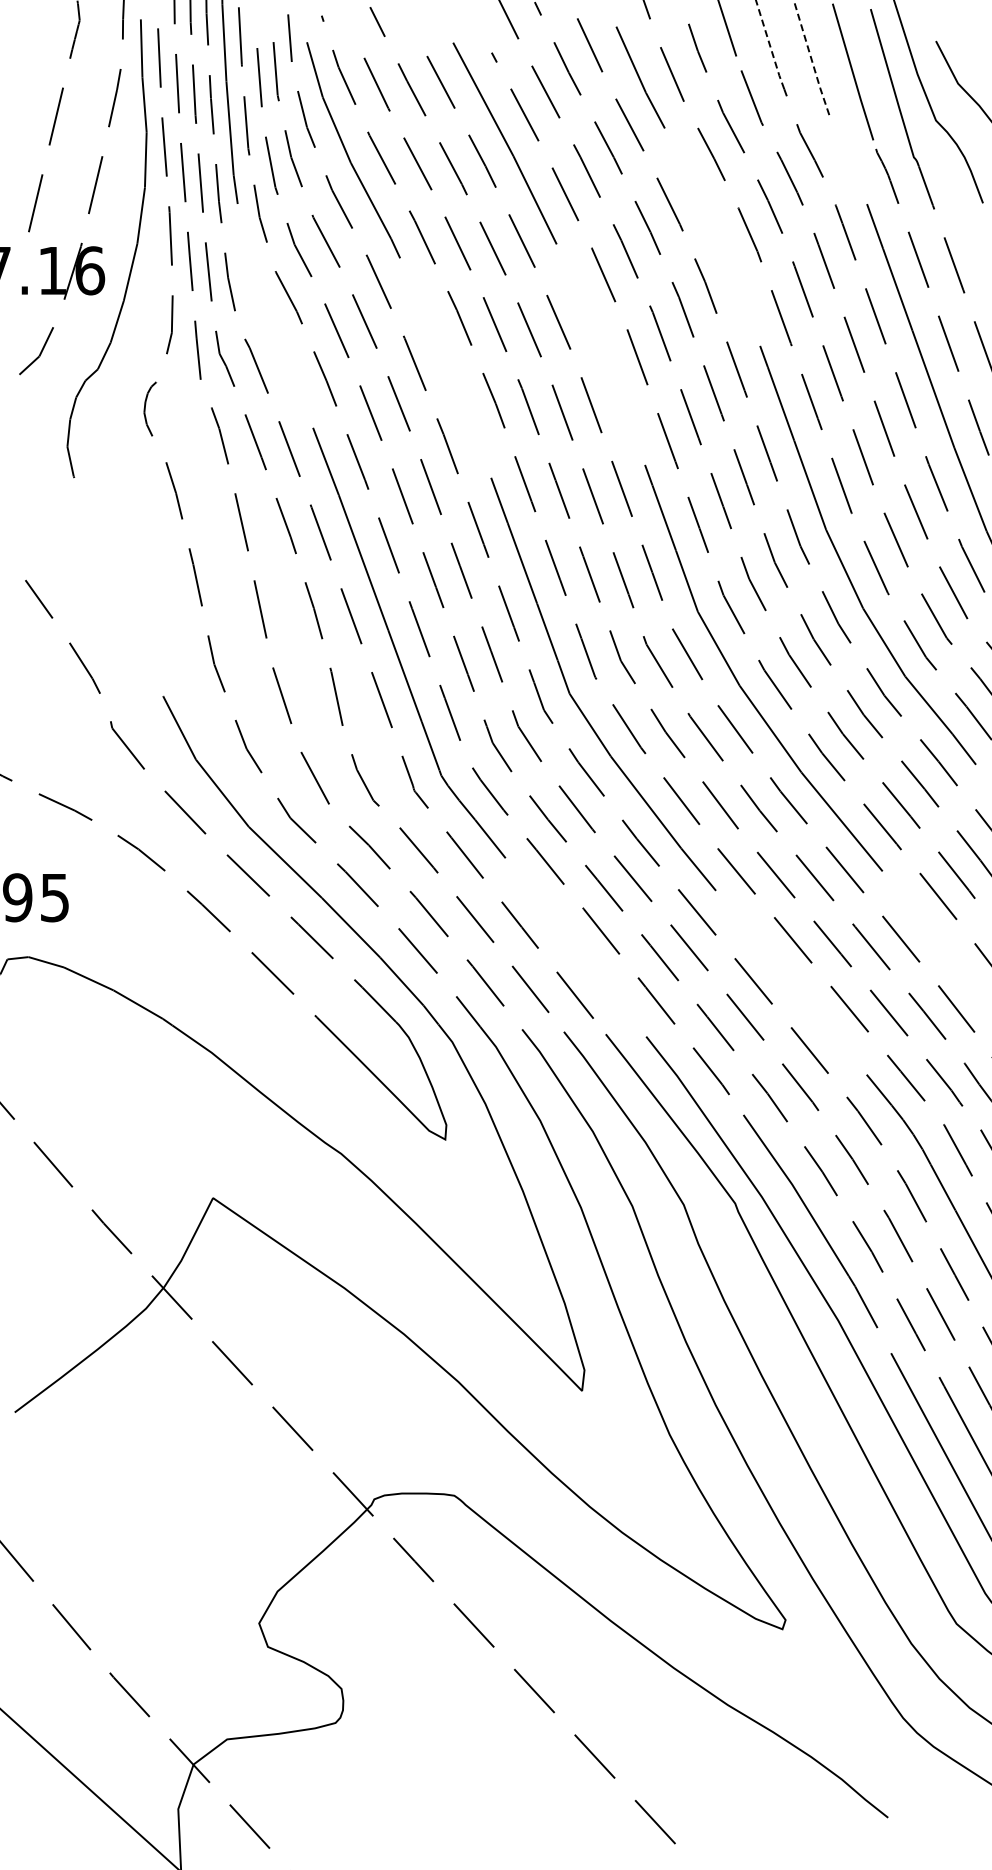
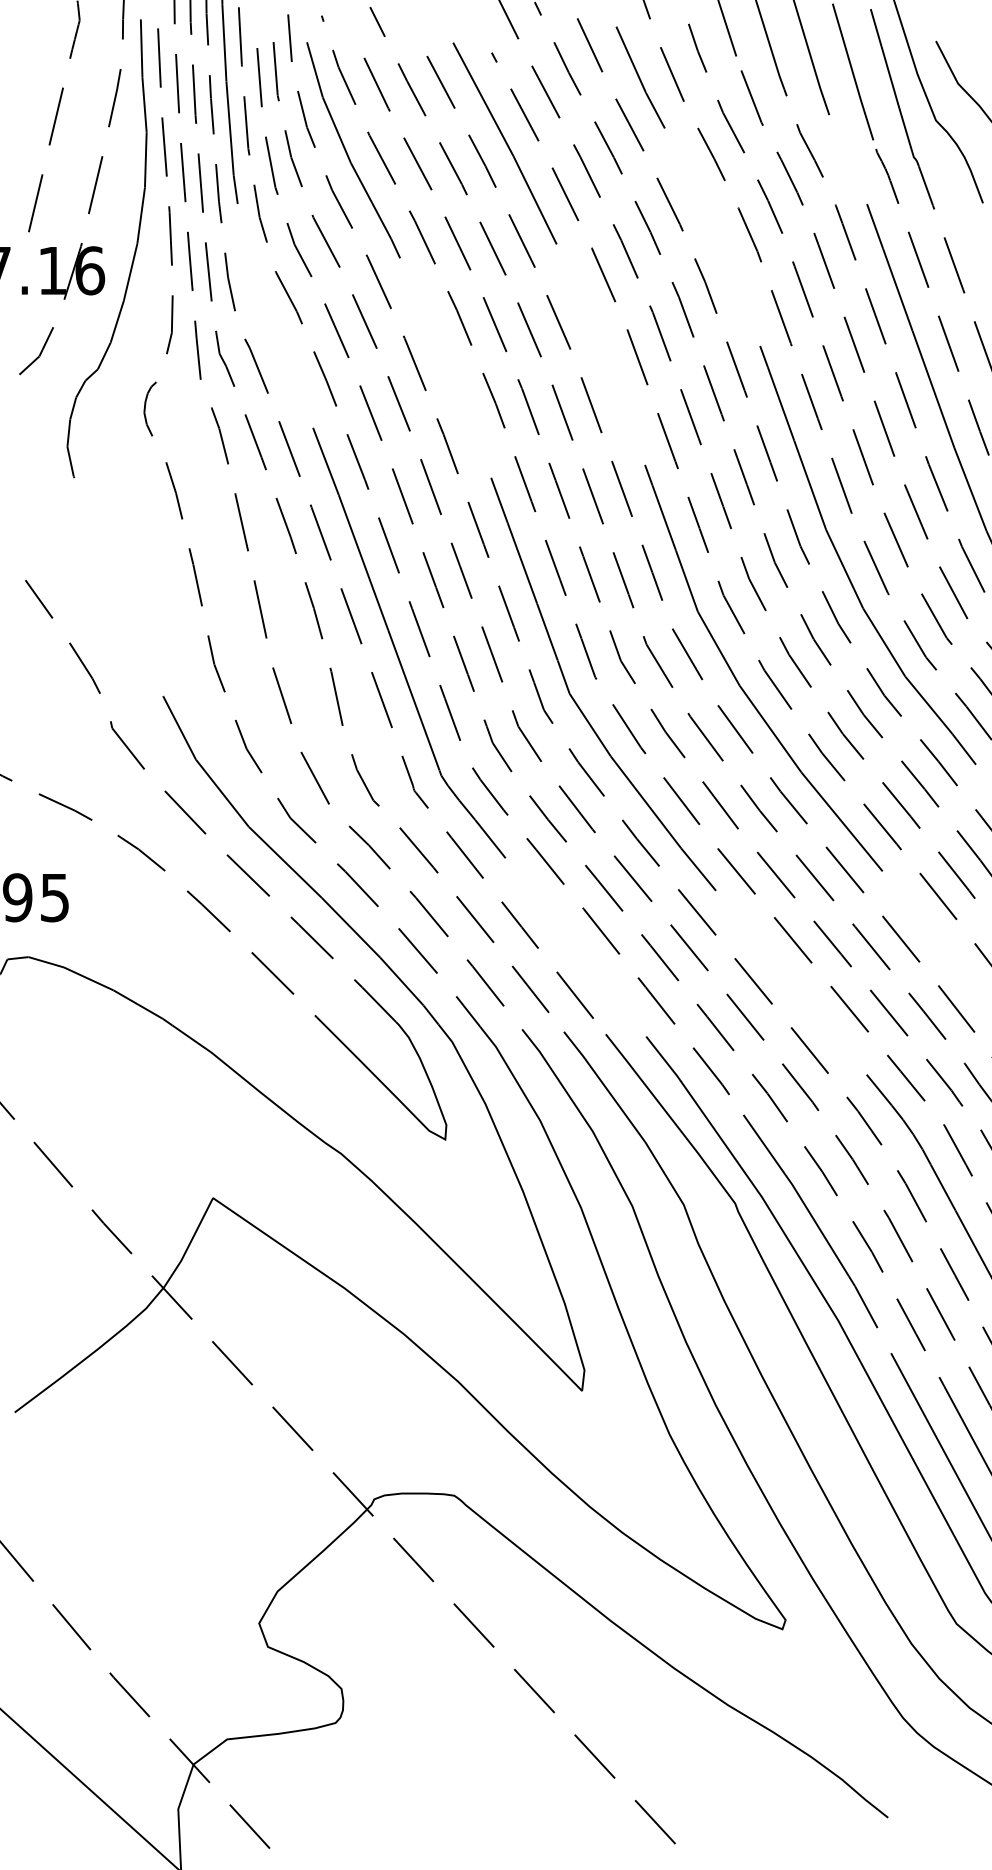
line at (769, 45): dashed -> solid
line at (811, 58): dashed -> solid
